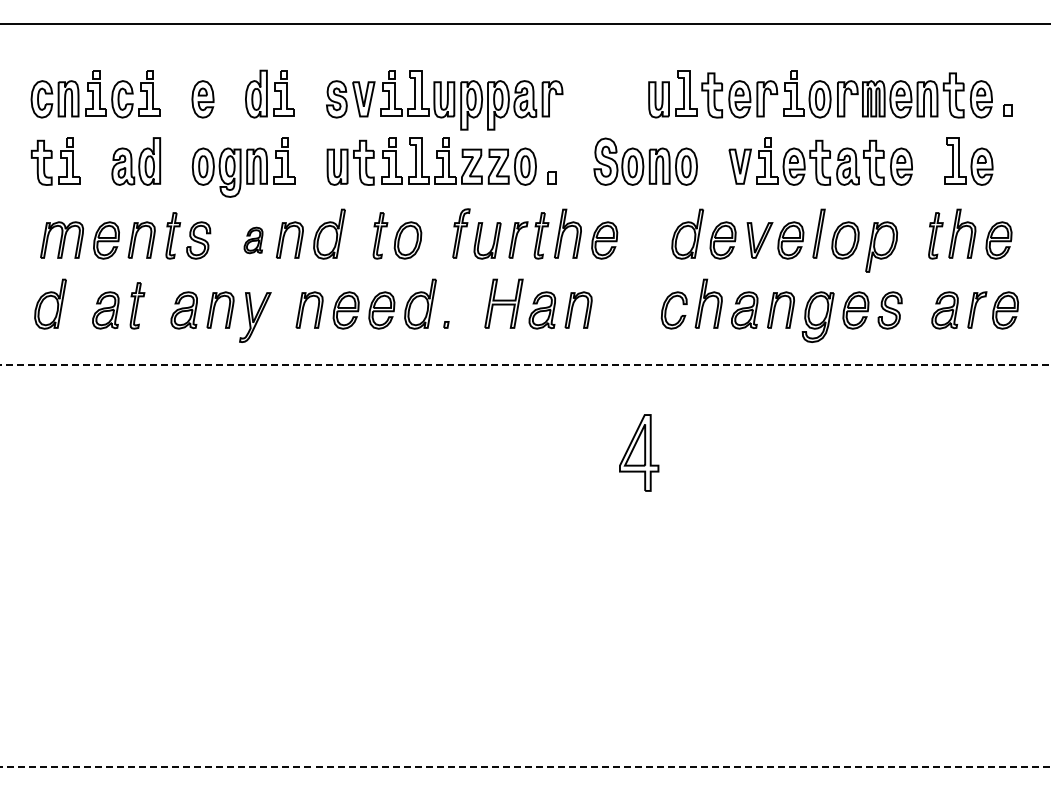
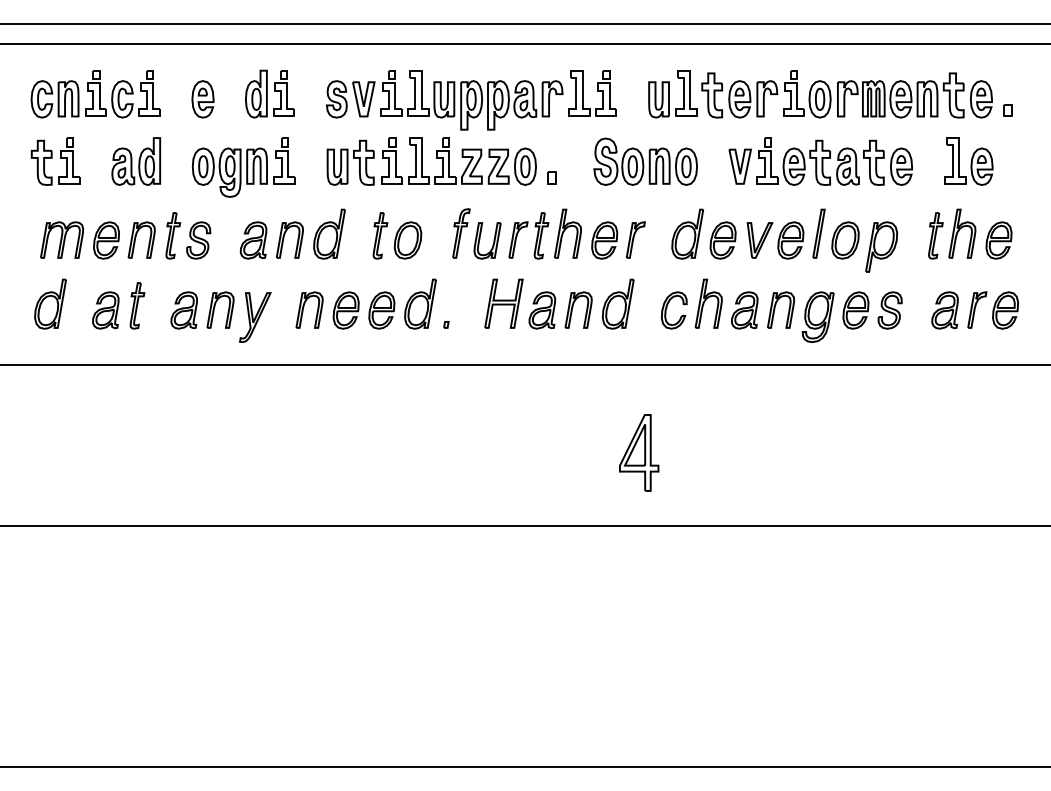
line at (524, 43): none -> present
part at (592, 93): none -> present
part at (635, 239): none -> present
part at (253, 240) size: 21x29 px -> 29x39 px
part at (617, 303): none -> present
line at (525, 365): dashed -> solid
line at (524, 526): none -> present
line at (525, 767): dashed -> solid
